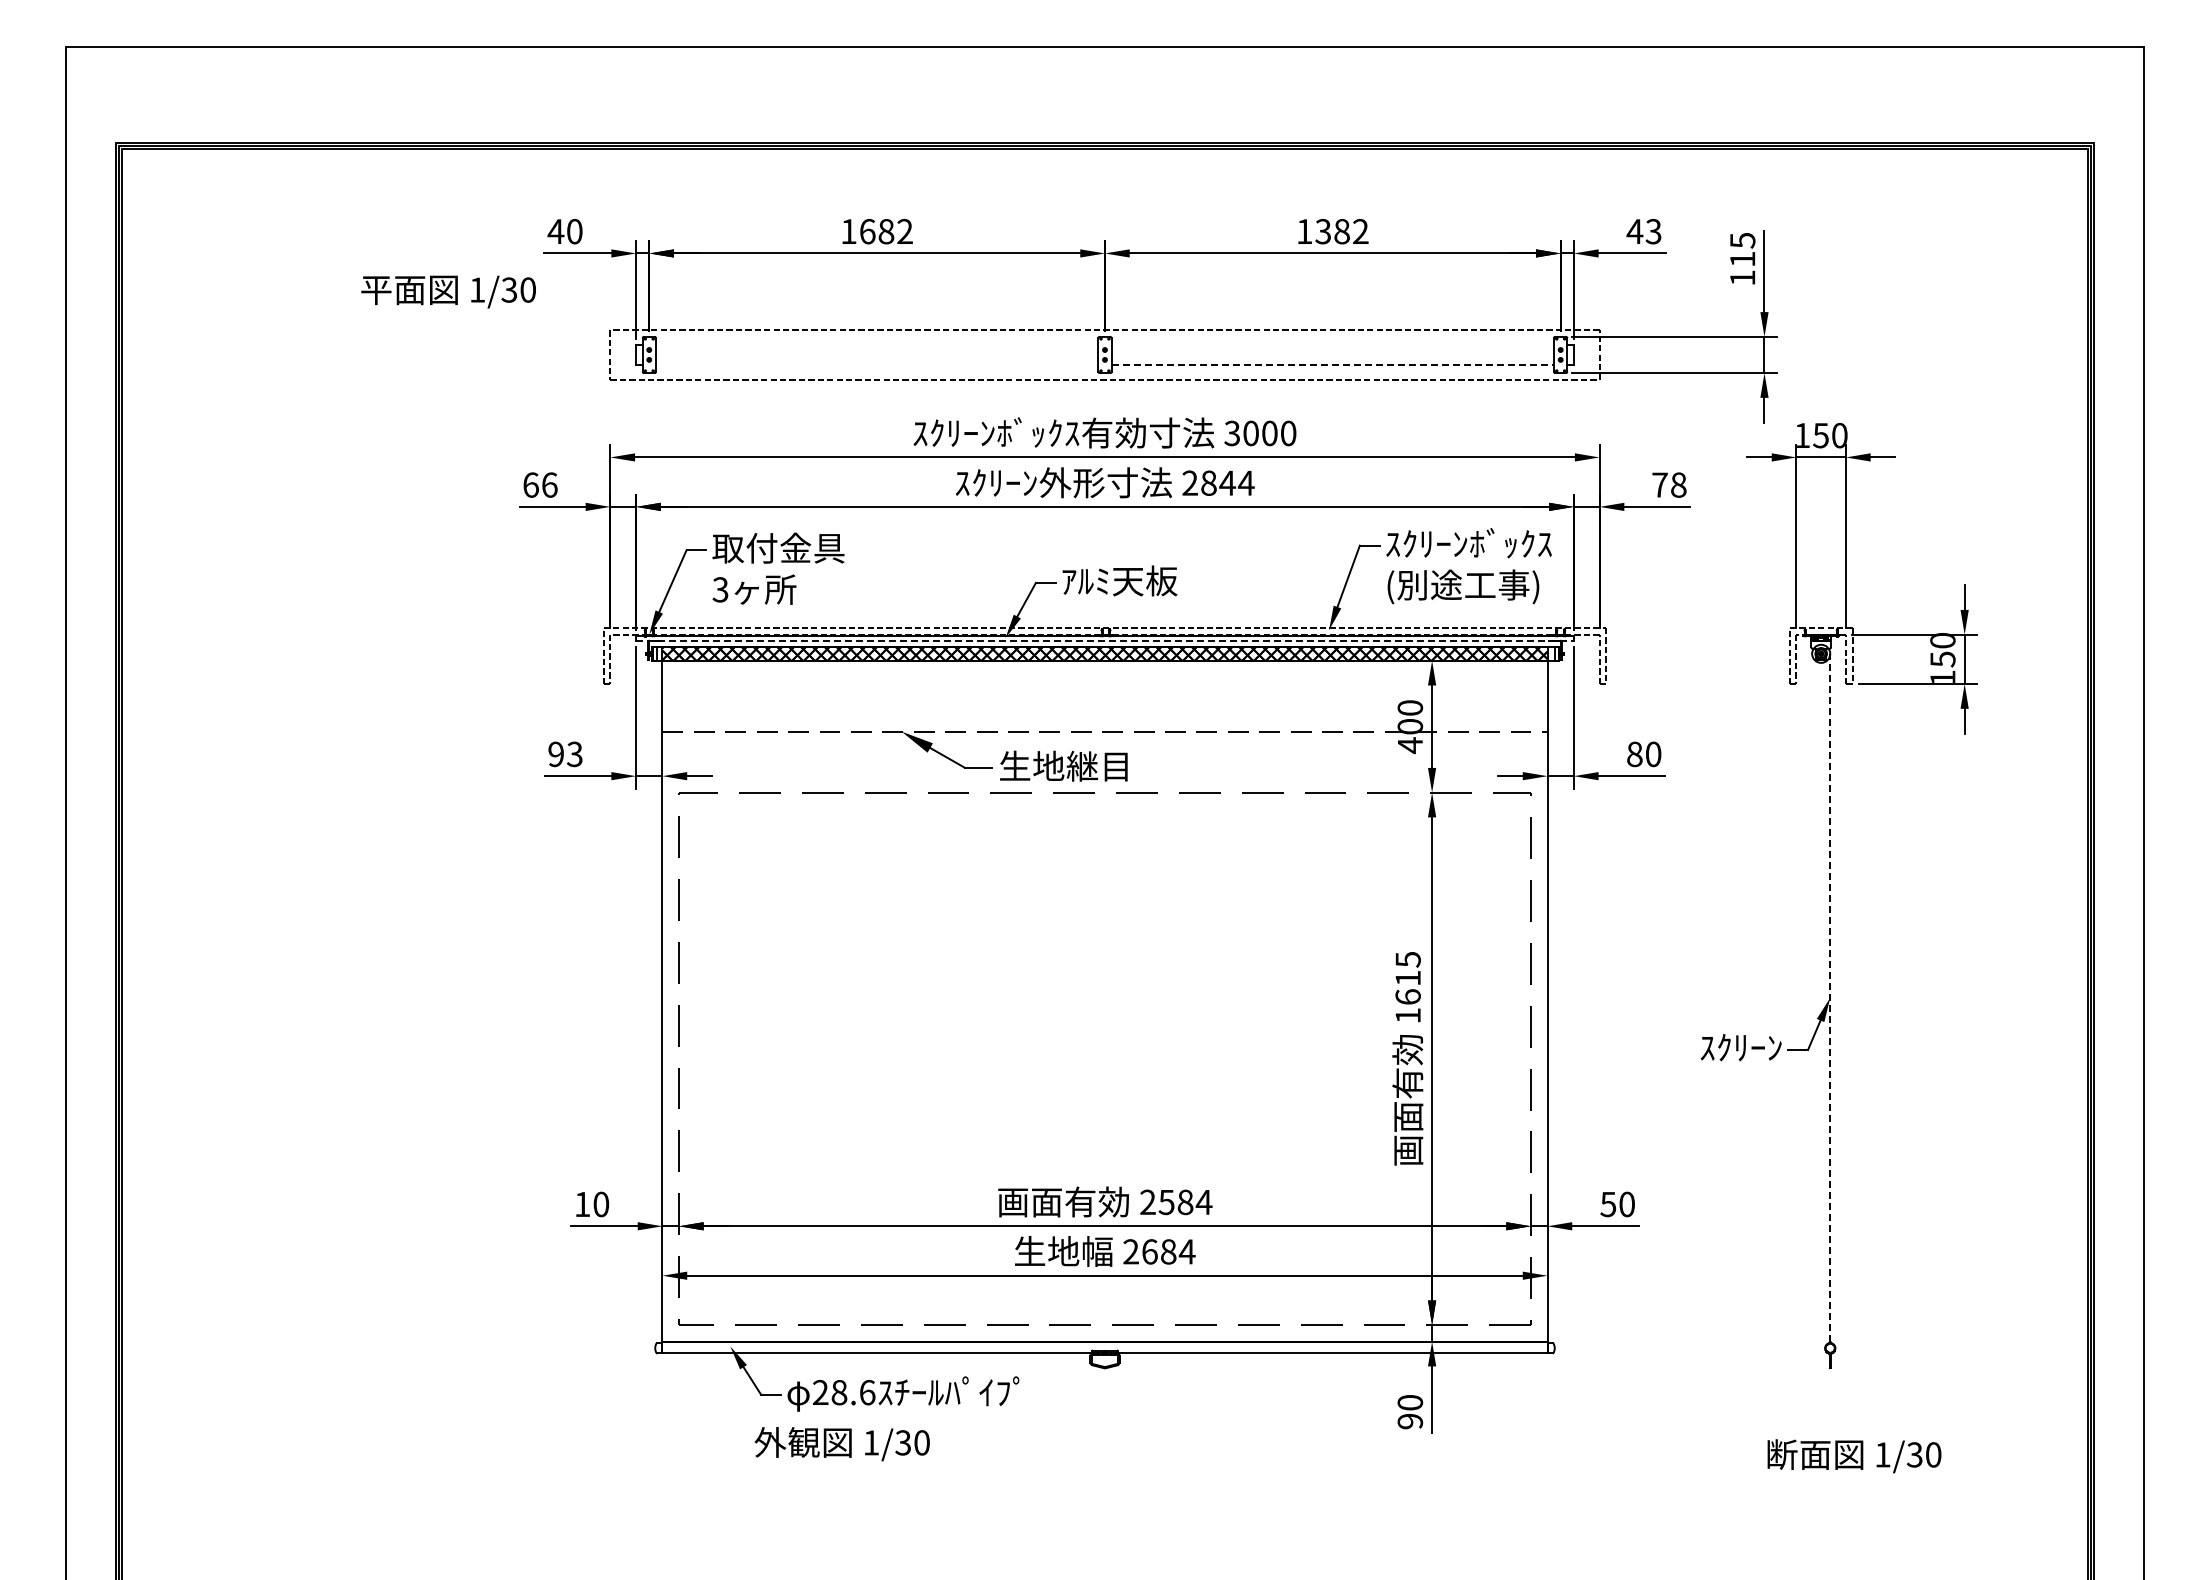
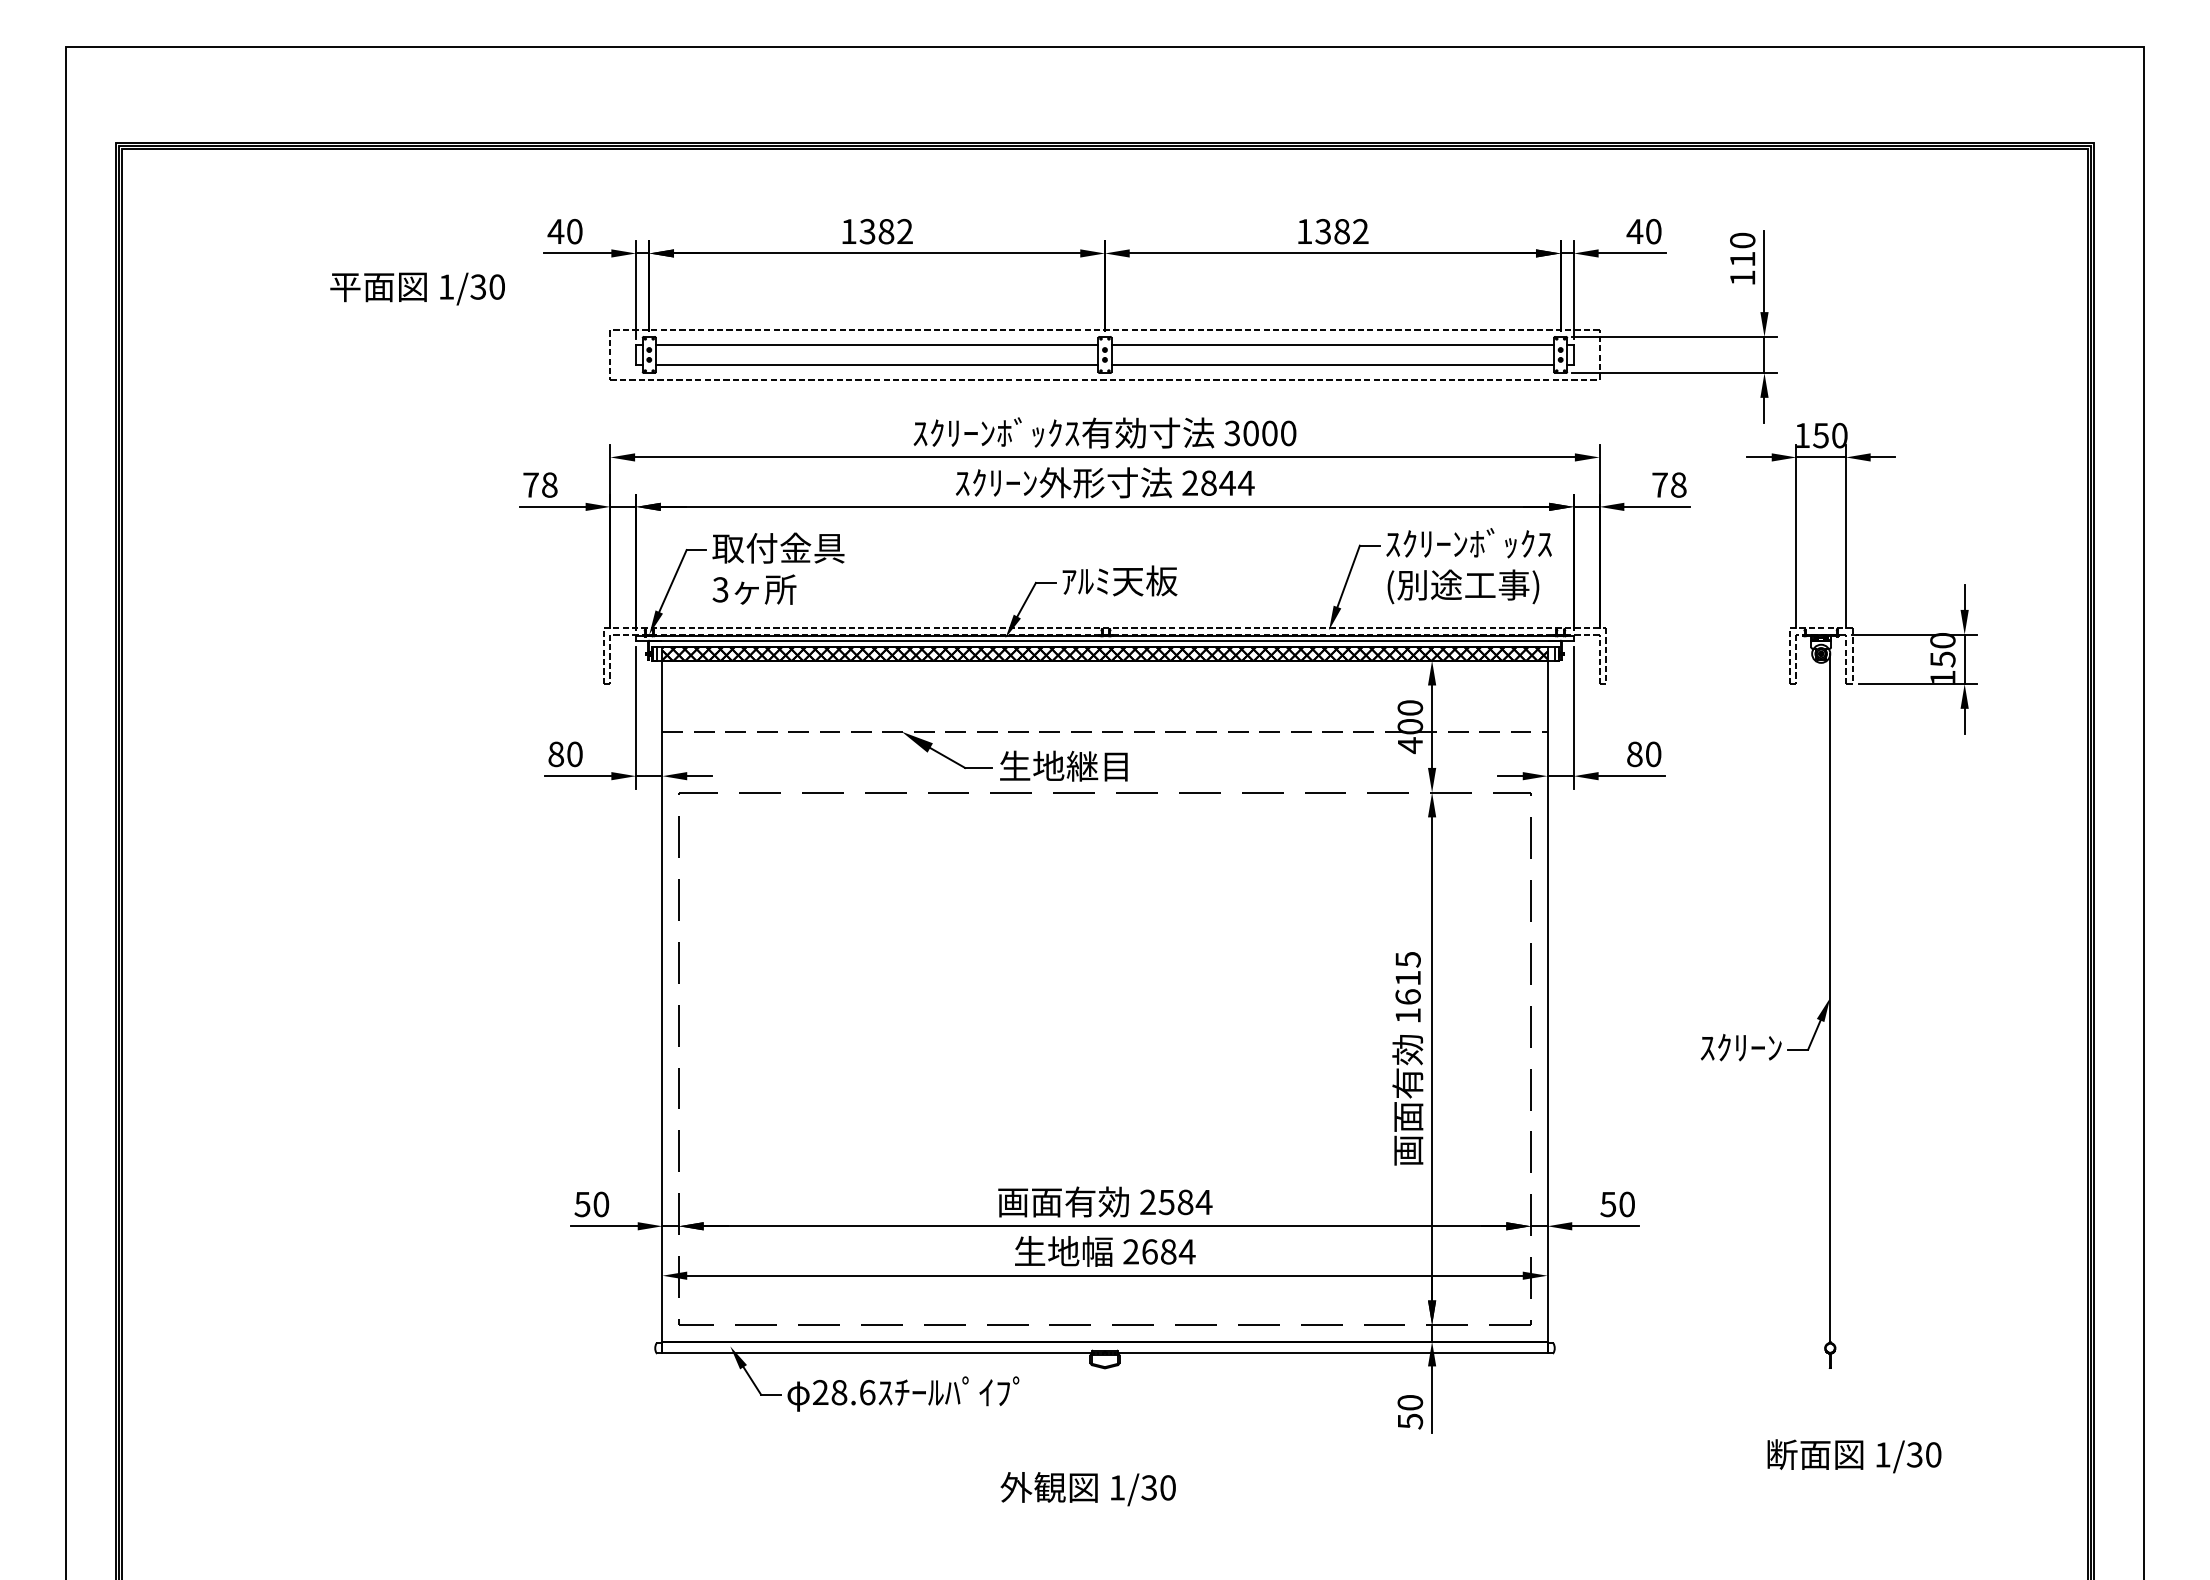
text at (867, 231): 1682 -> 1382
text at (1653, 231): 43 -> 40
text at (1742, 240): 115 -> 110
text at (448, 291) position: (448, 291) -> (417, 288)
line at (876, 345): none -> present
line at (1332, 345): none -> present
line at (876, 364): none -> present
line at (1333, 364): dashed -> solid
text at (540, 484): 66 -> 78
line at (1105, 640): dashed -> solid
text at (565, 754): 93 -> 80
line at (1830, 997): dashed -> solid
text at (582, 1204): 10 -> 50
text at (1410, 1421): 90 -> 50
text at (841, 1444) position: (841, 1444) -> (1087, 1489)
